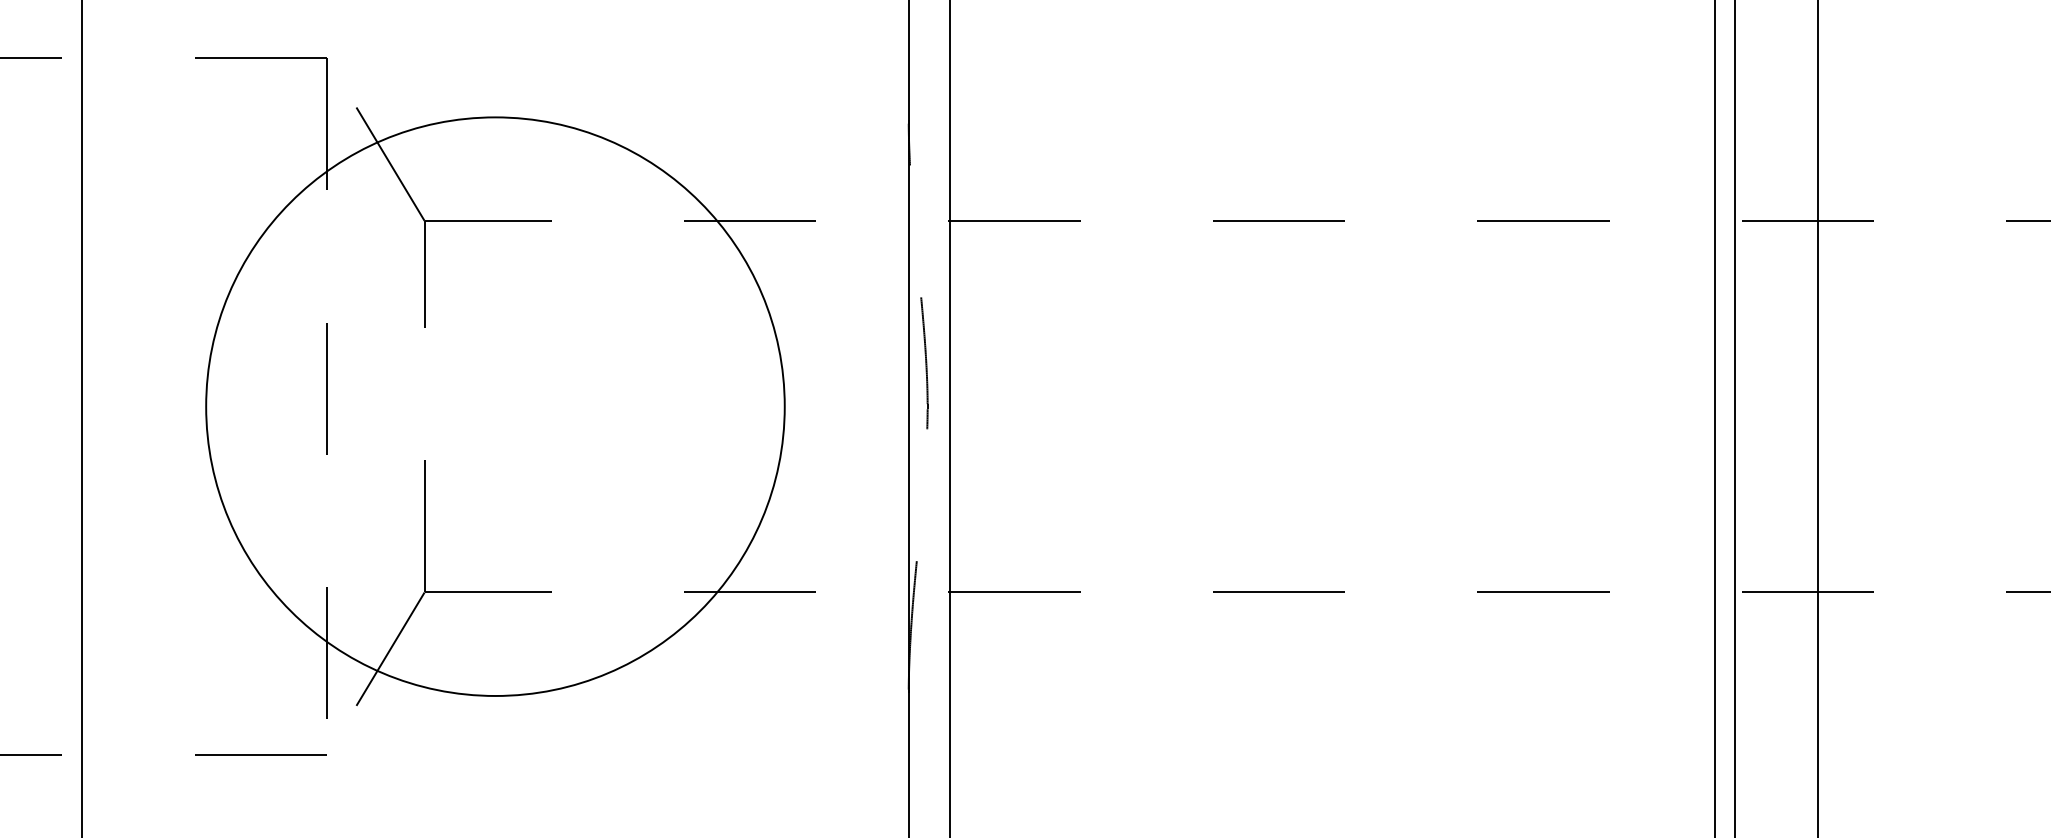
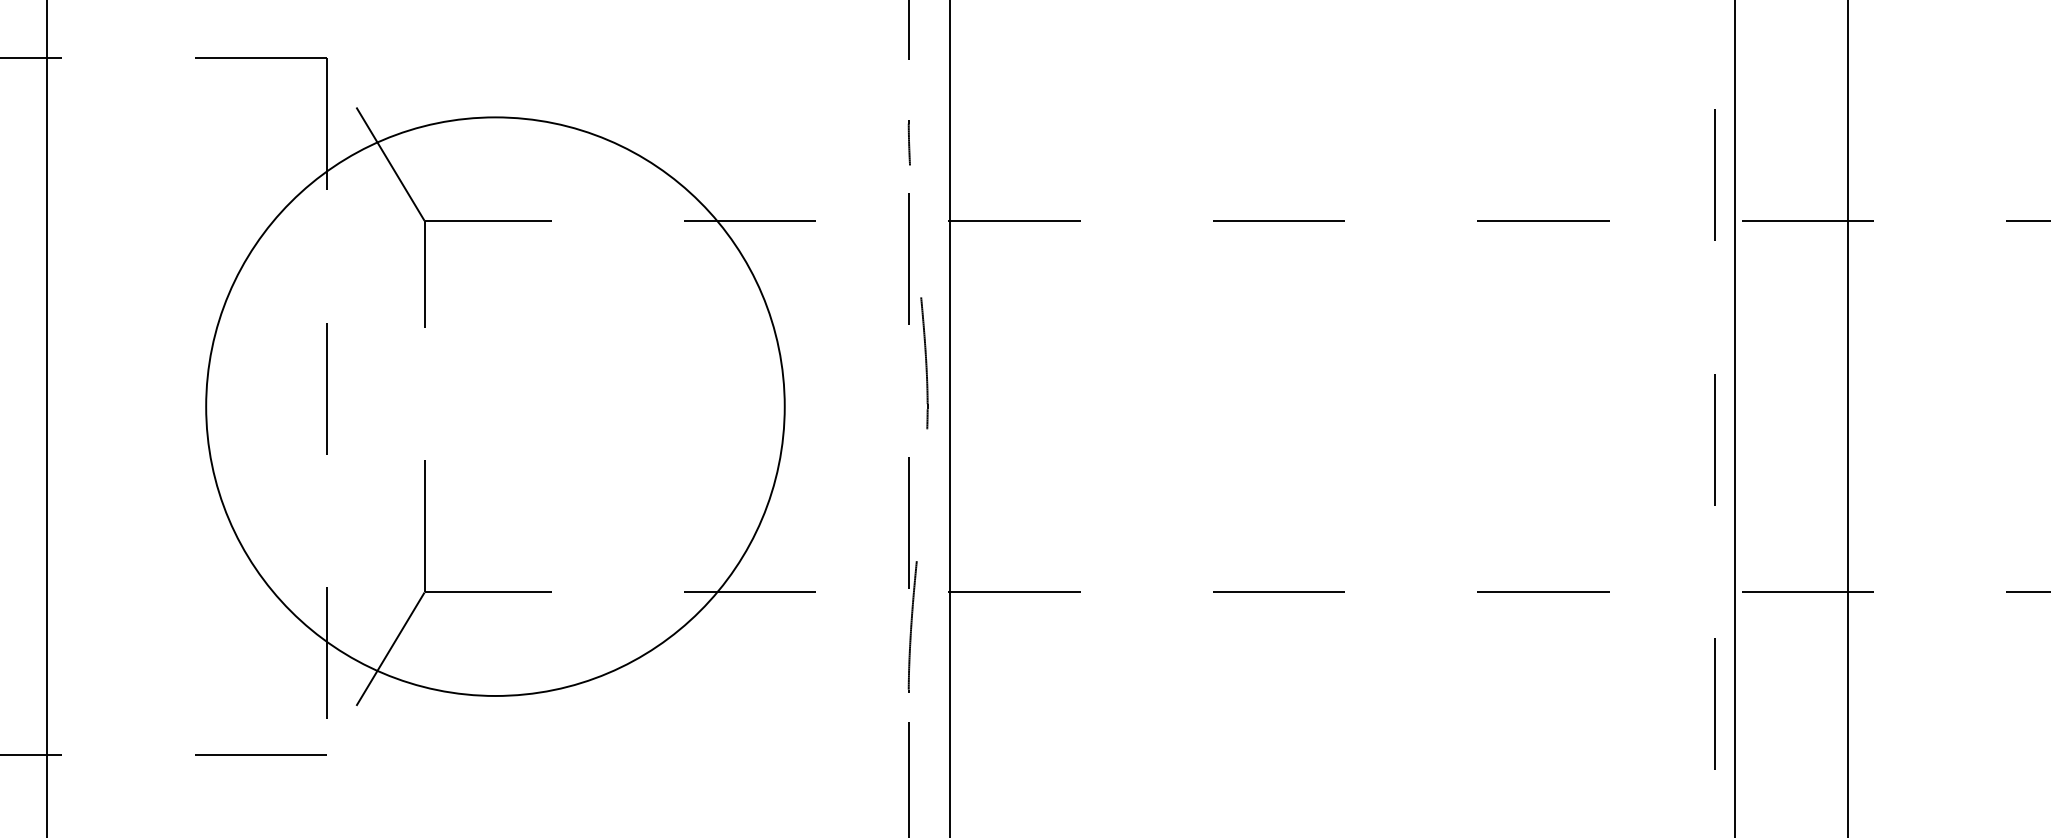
line at (82, 418) position: (82, 418) -> (47, 418)
line at (1714, 418): solid -> dashed
line at (1817, 418) position: (1817, 418) -> (1847, 418)
line at (908, 419): solid -> dashed
